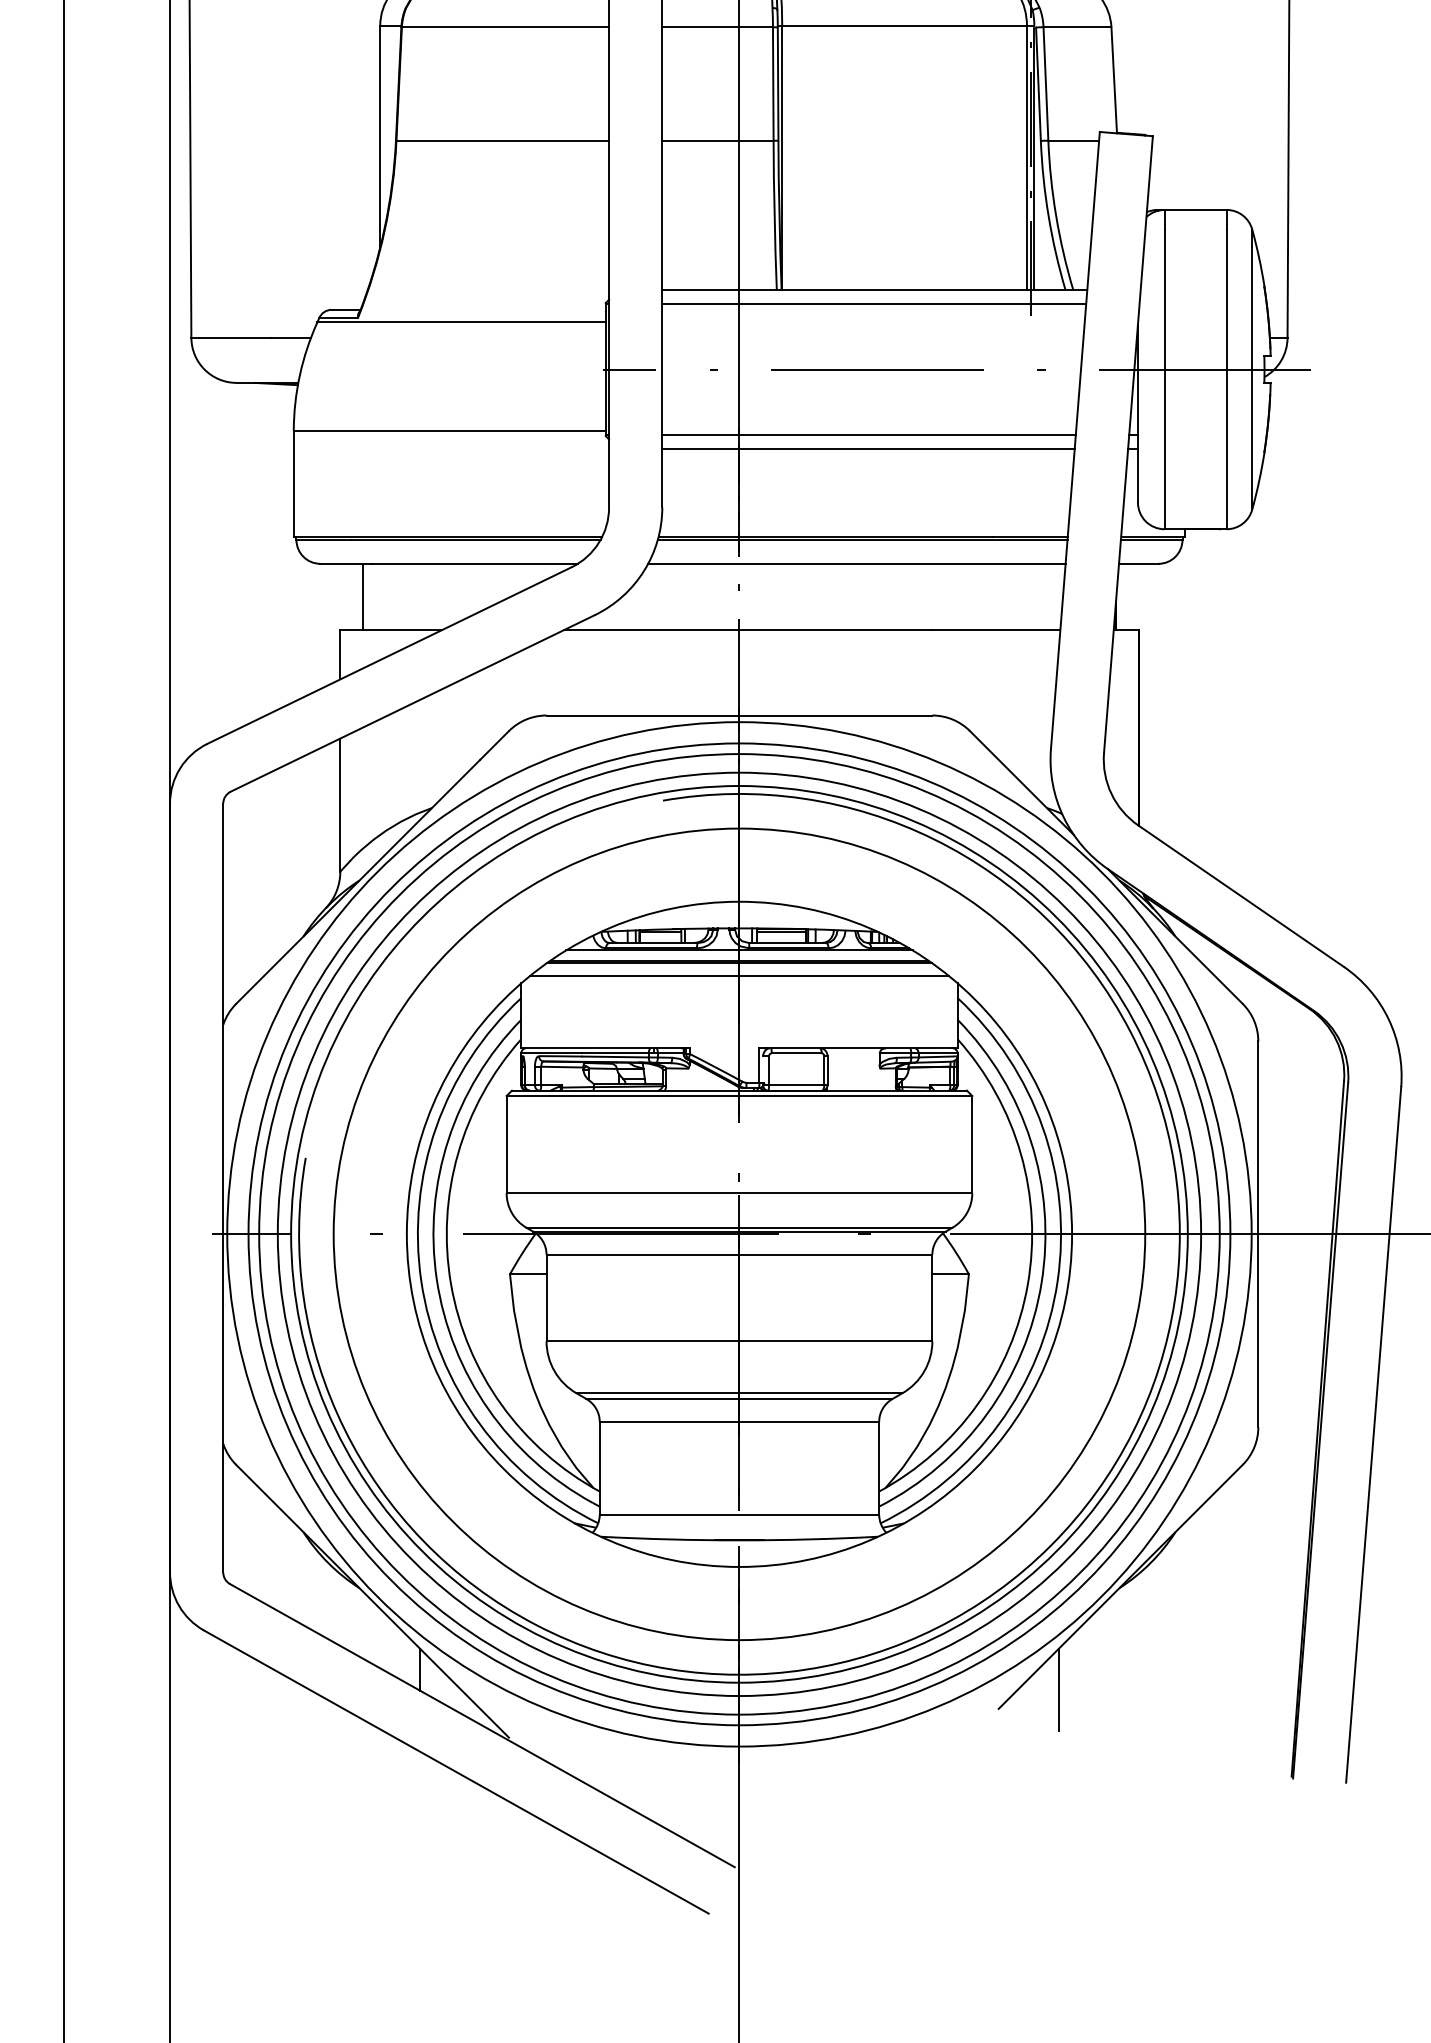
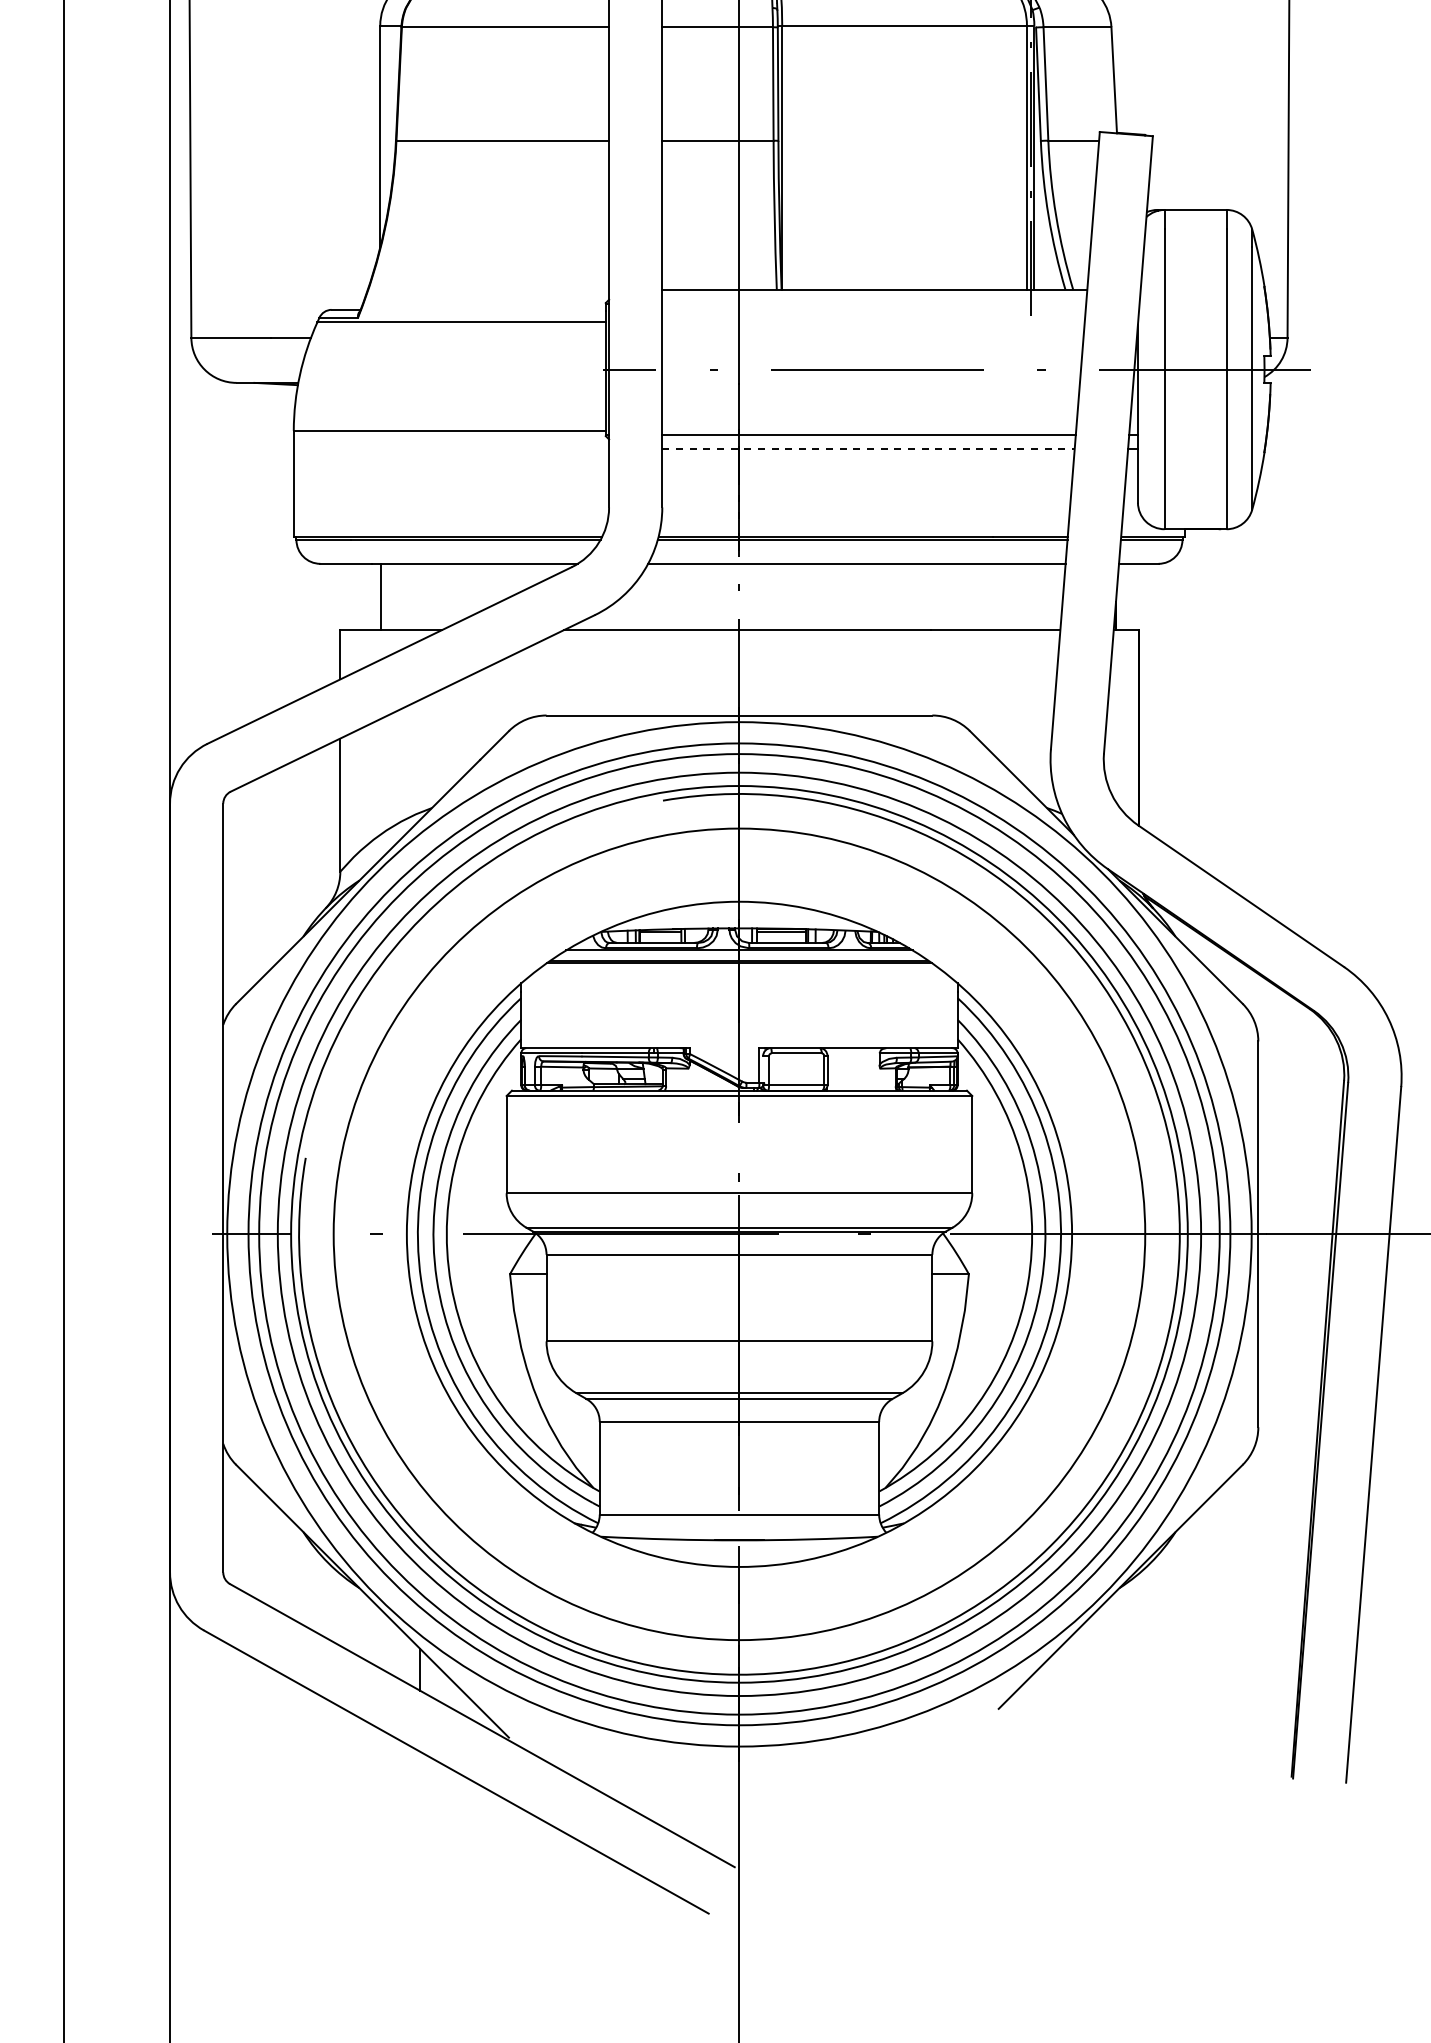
line at (874, 304): present -> none
line at (869, 449): solid -> dashed
line at (362, 596) position: (362, 596) -> (380, 596)
line at (739, 975): present -> none
line at (1058, 1689): present -> none
